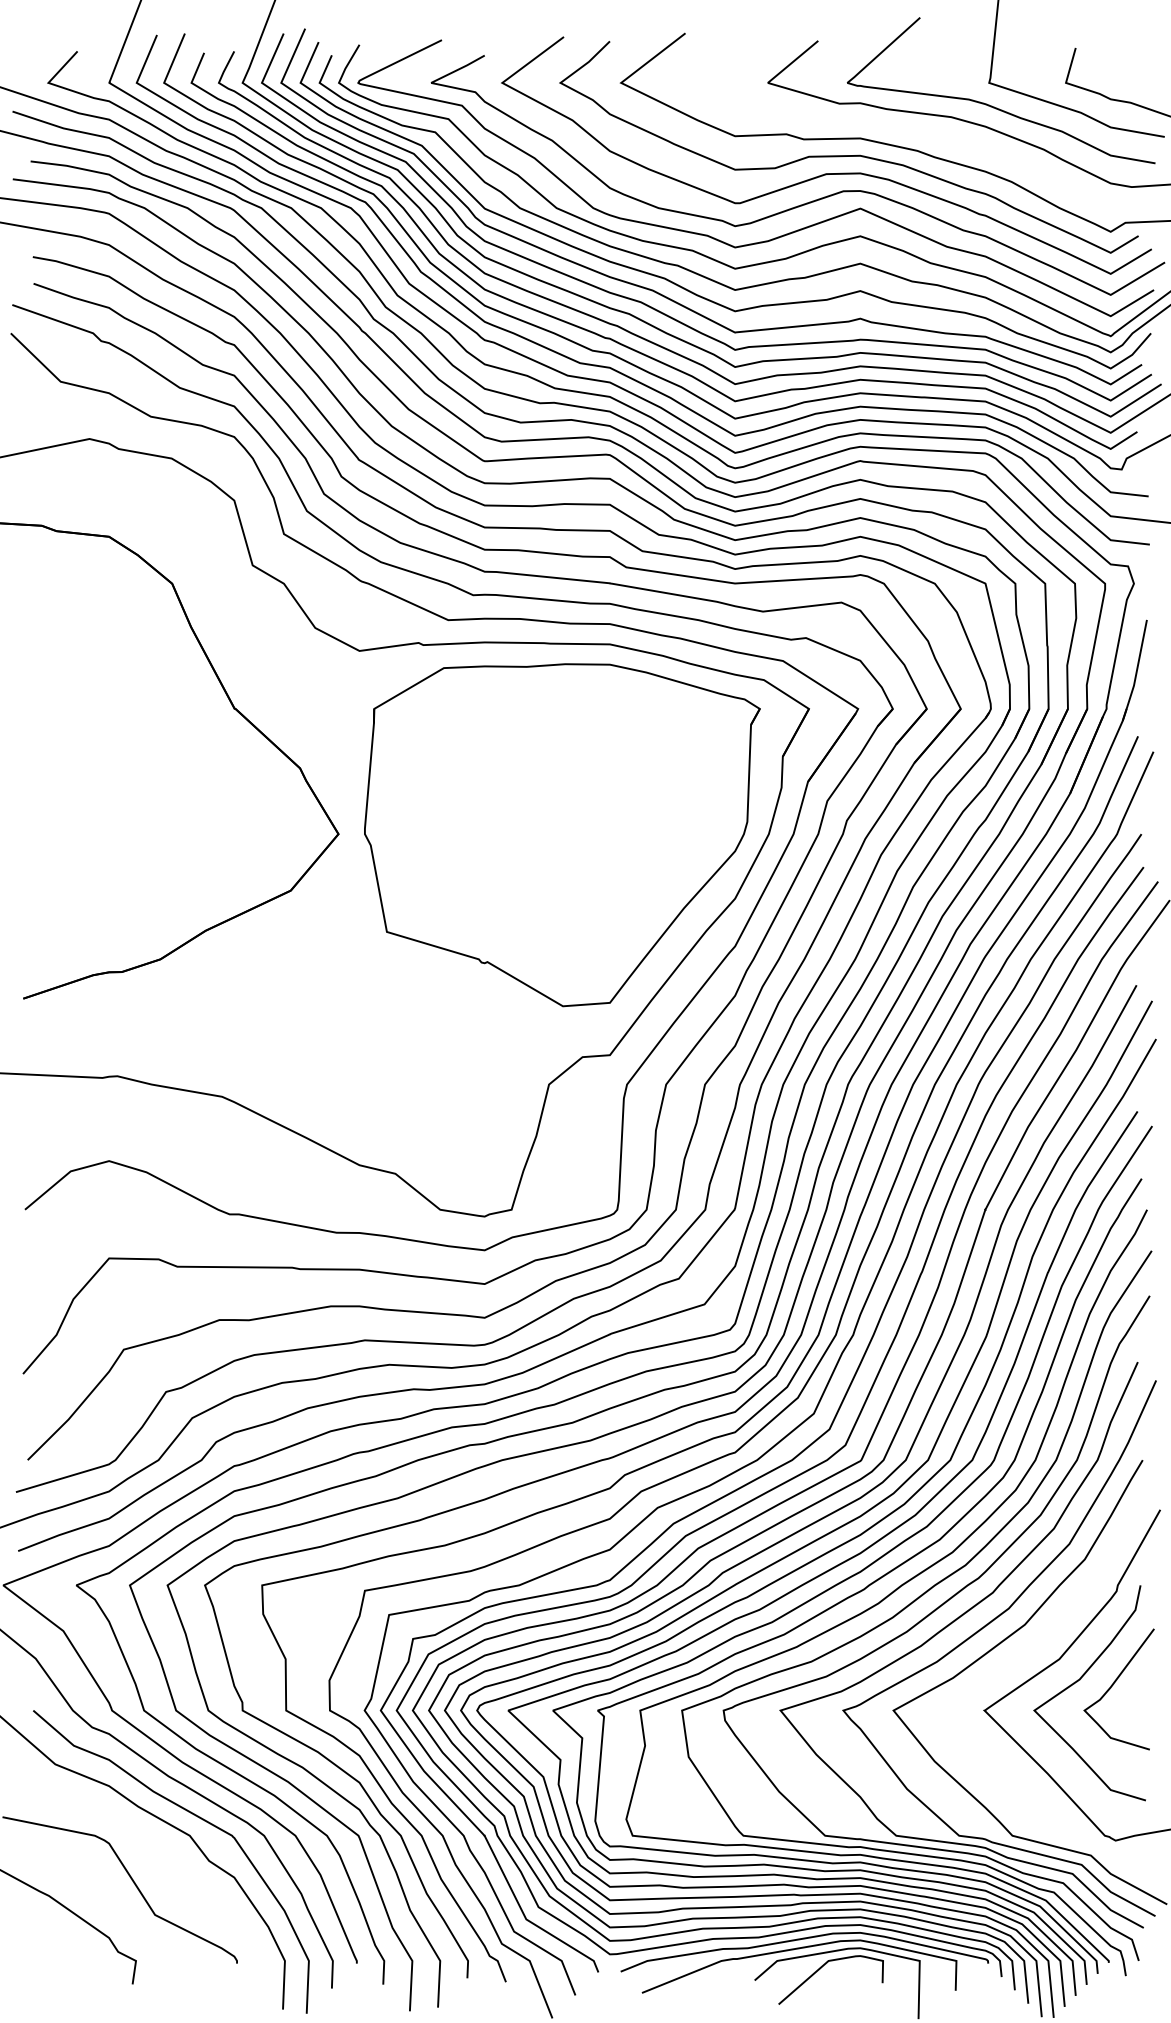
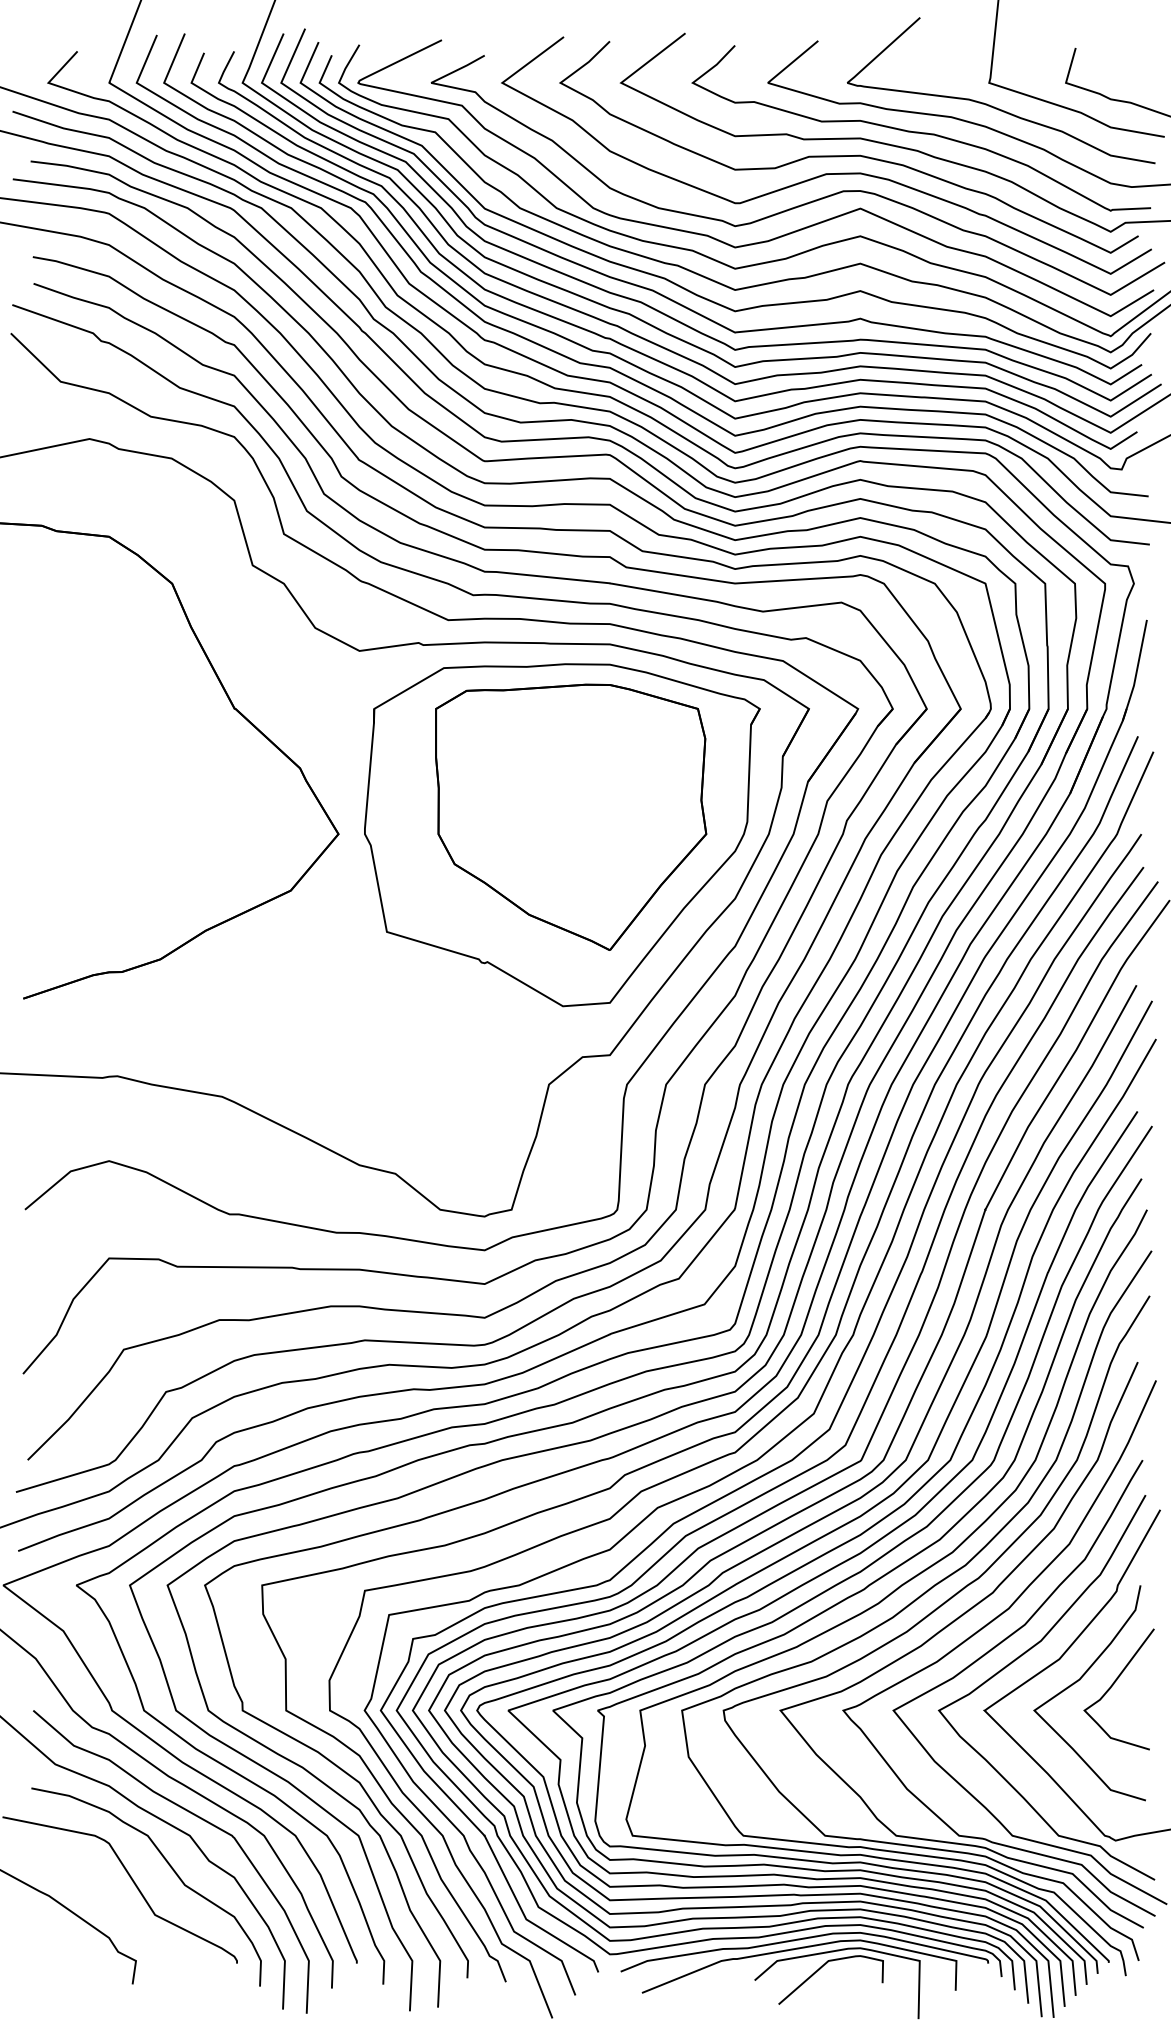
curve at (919, 131): none -> present
part at (571, 816): none -> present
curve at (1023, 1655): none -> present
curve at (169, 1866): none -> present
